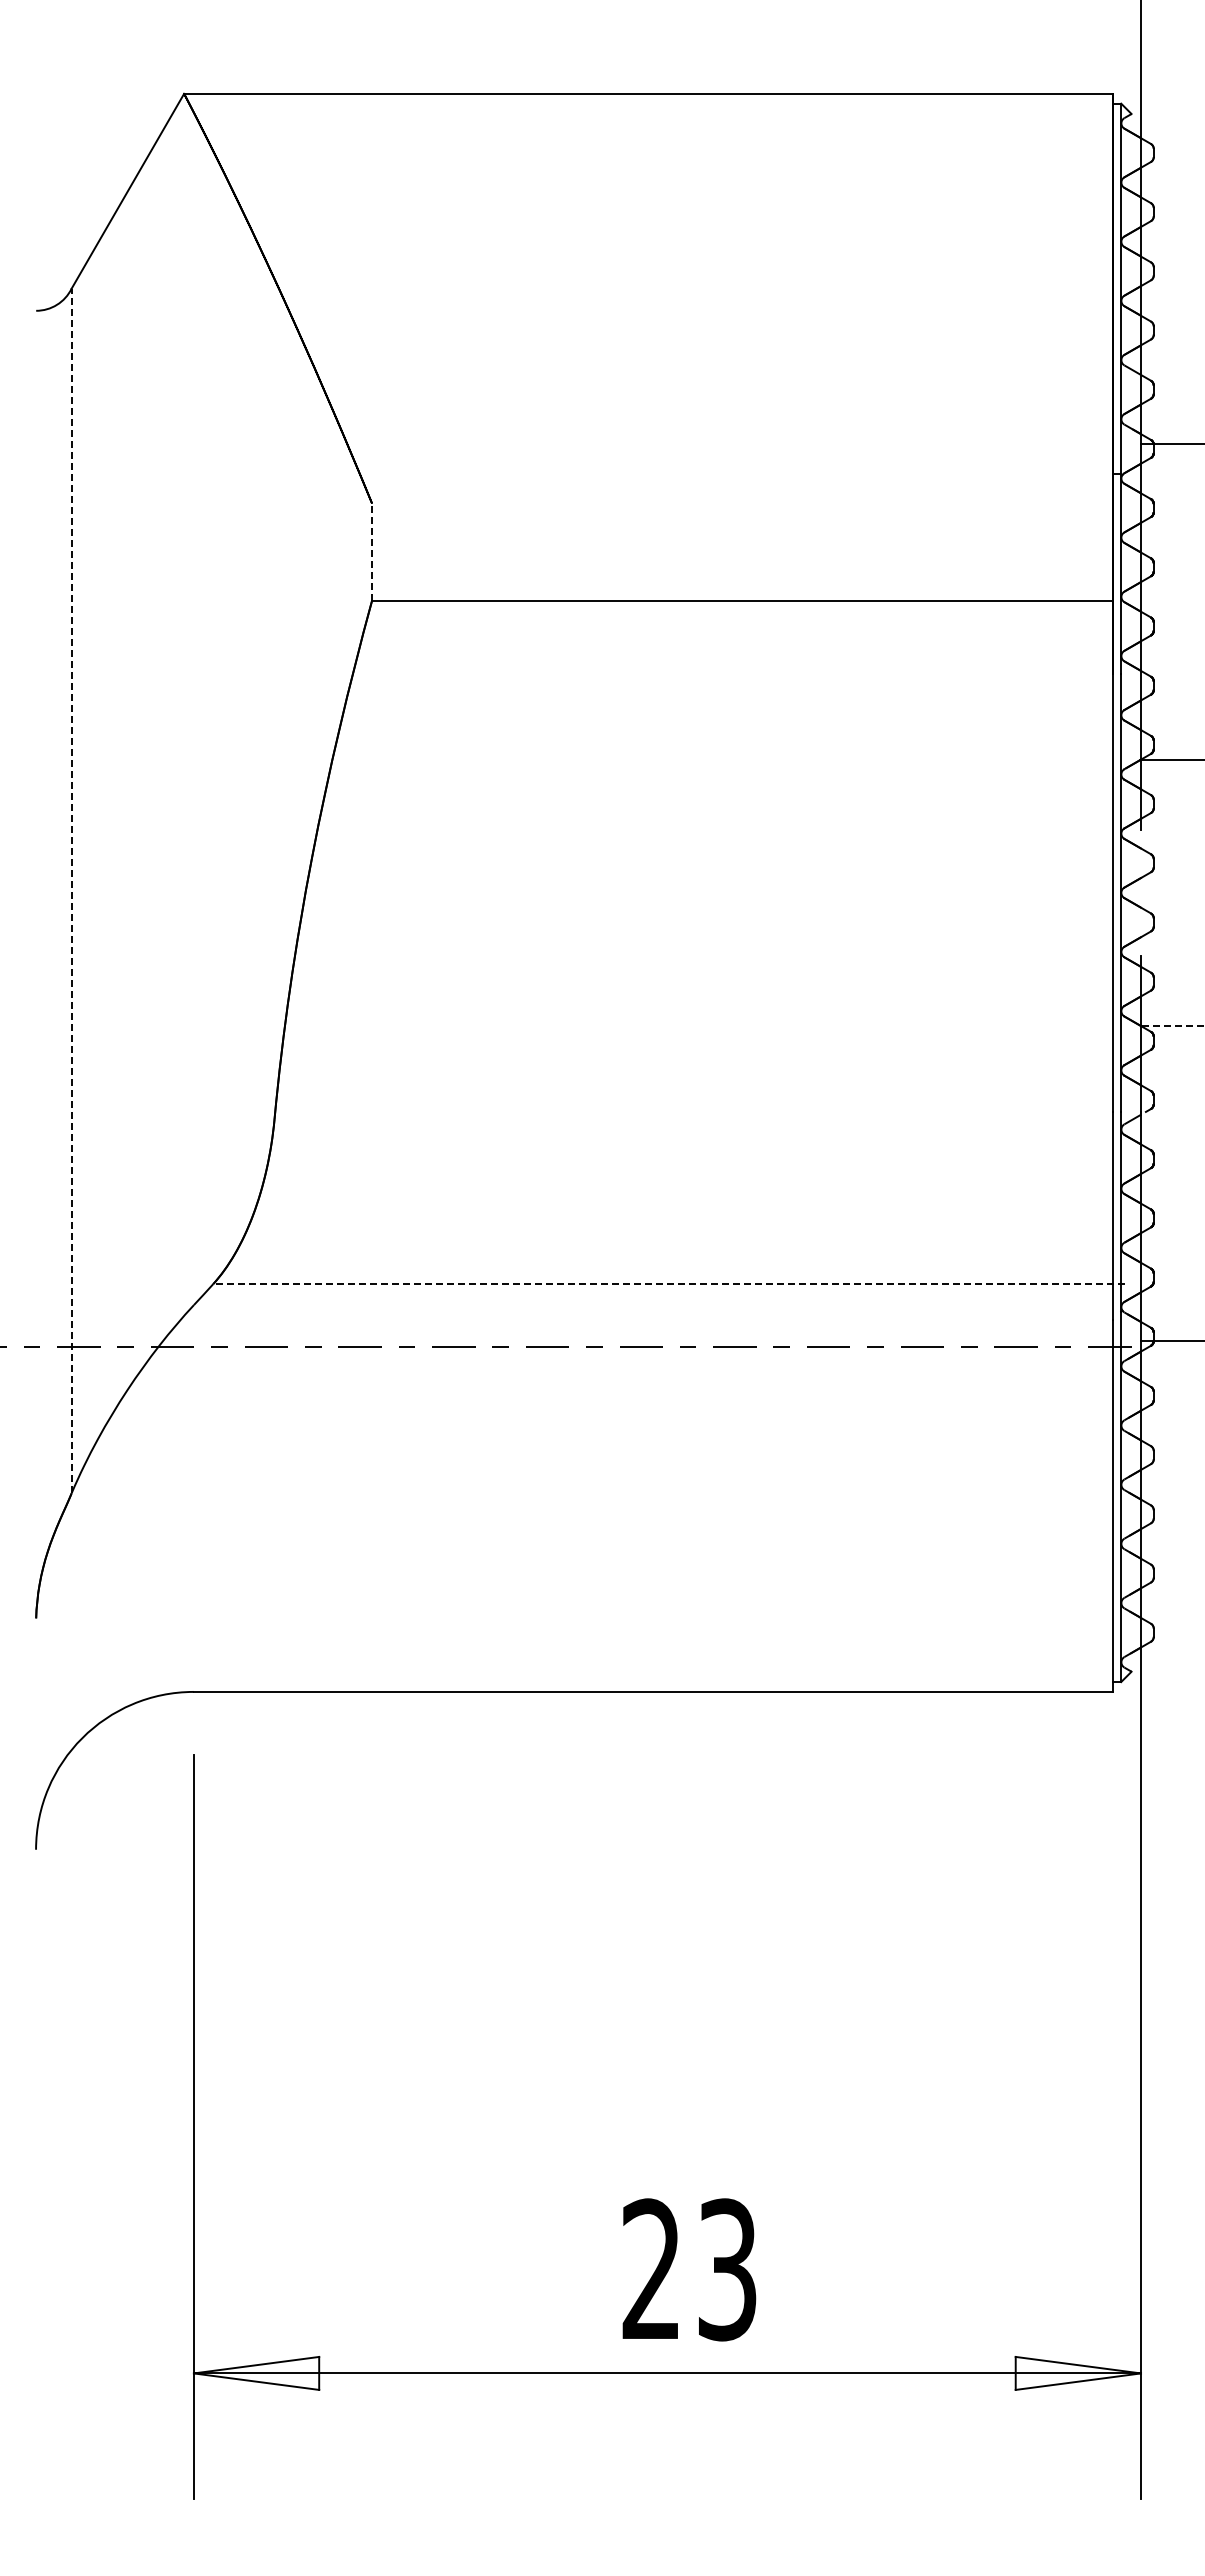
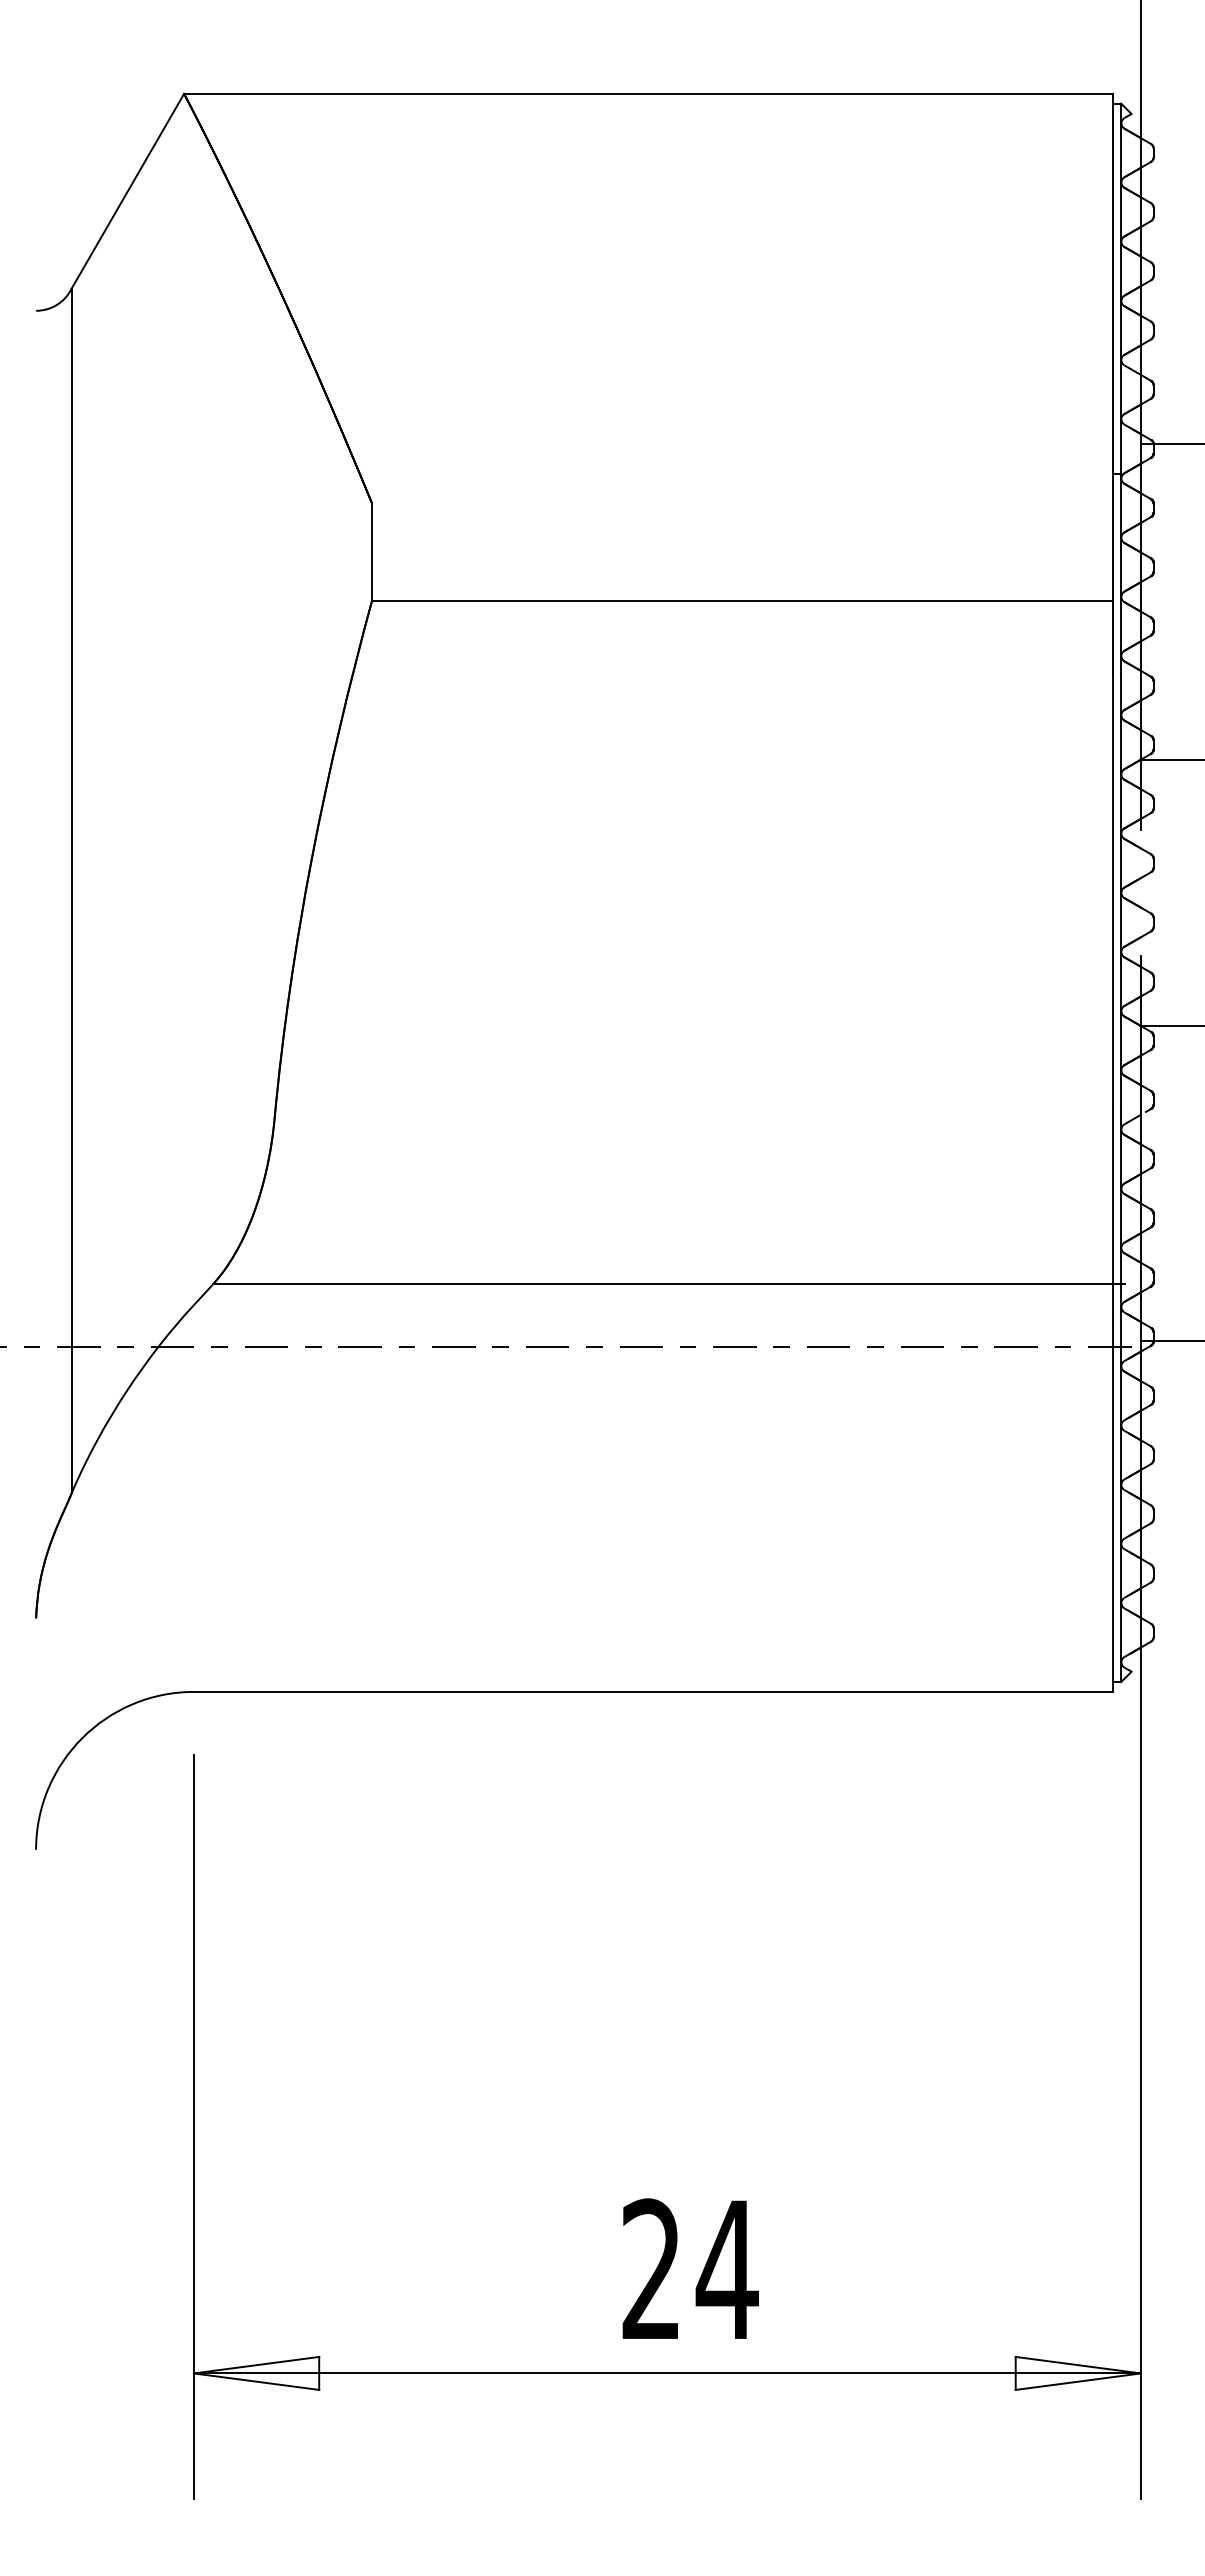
line at (372, 552): dashed -> solid
line at (71, 890): dashed -> solid
line at (1172, 1025): dashed -> solid
line at (668, 1284): dashed -> solid
text at (726, 2269): 23 -> 24
